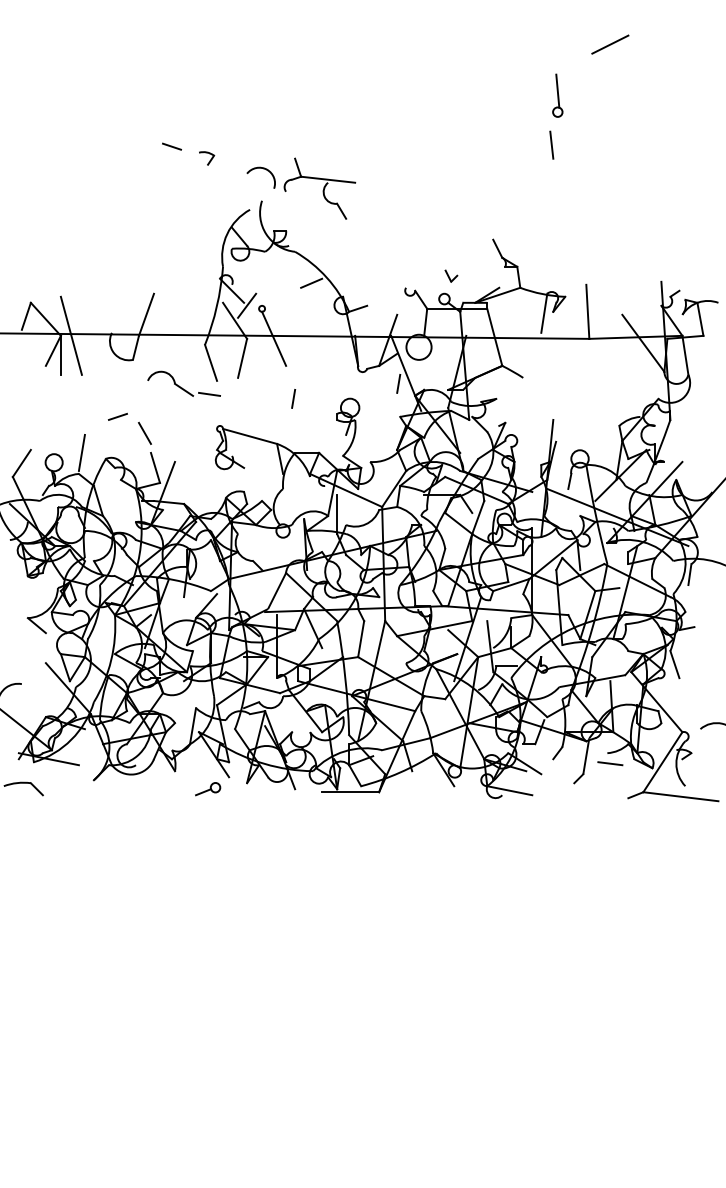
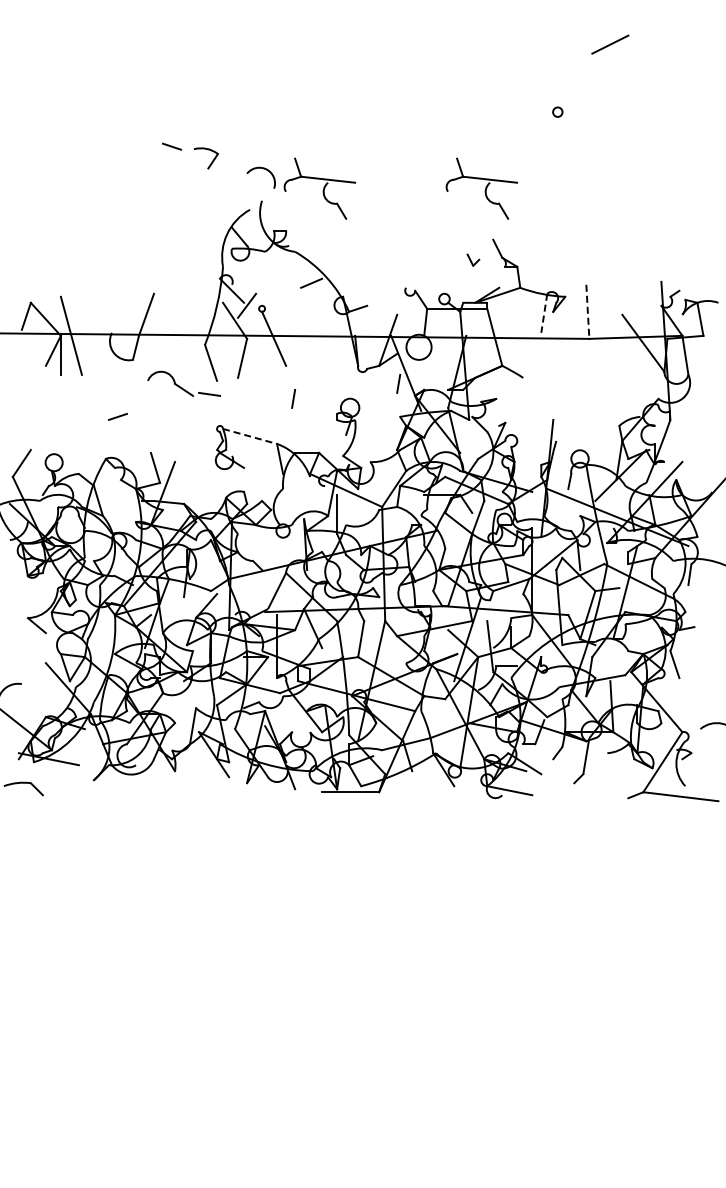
line at (557, 90): present -> none
line at (551, 144): present -> none
part at (207, 158) size: 17x15 px -> 26x23 px
part at (481, 188): none -> present
part at (451, 275) position: (451, 275) -> (473, 259)
line at (587, 312): solid -> dashed
line at (544, 313): solid -> dashed
line at (144, 432): present -> none
line at (250, 436): solid -> dashed
line at (81, 452): present -> none
line at (610, 763): present -> none
part at (208, 789): present -> none
